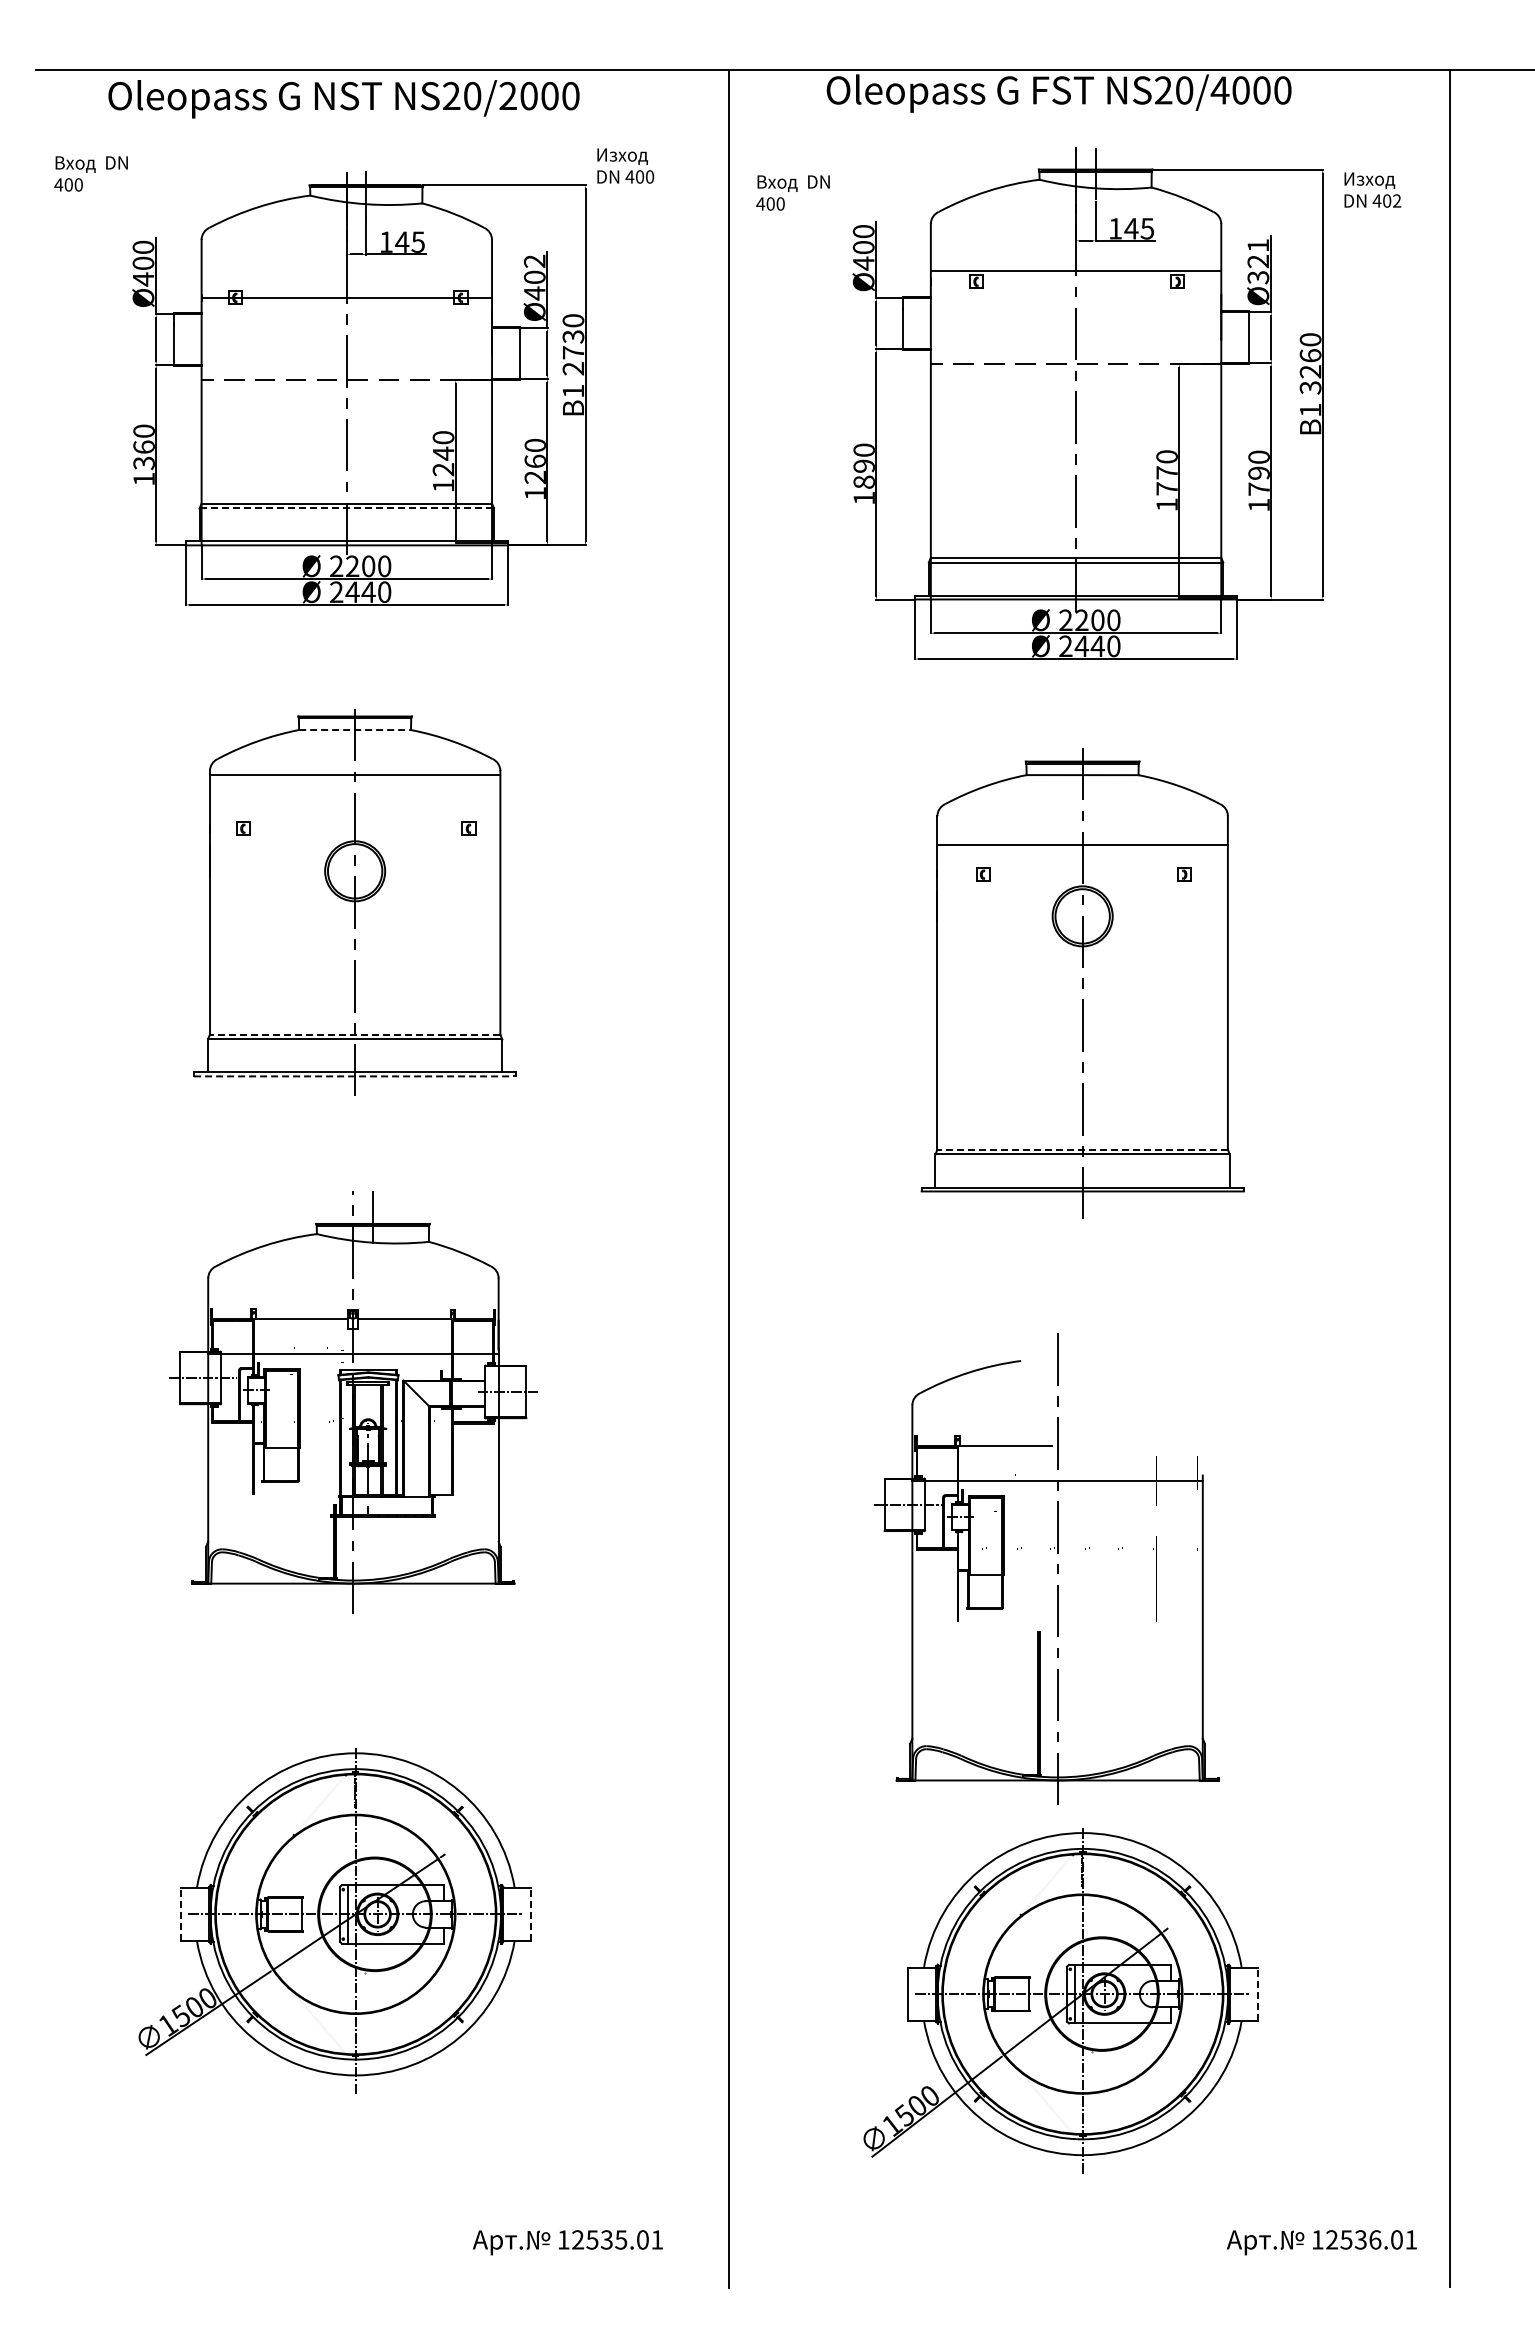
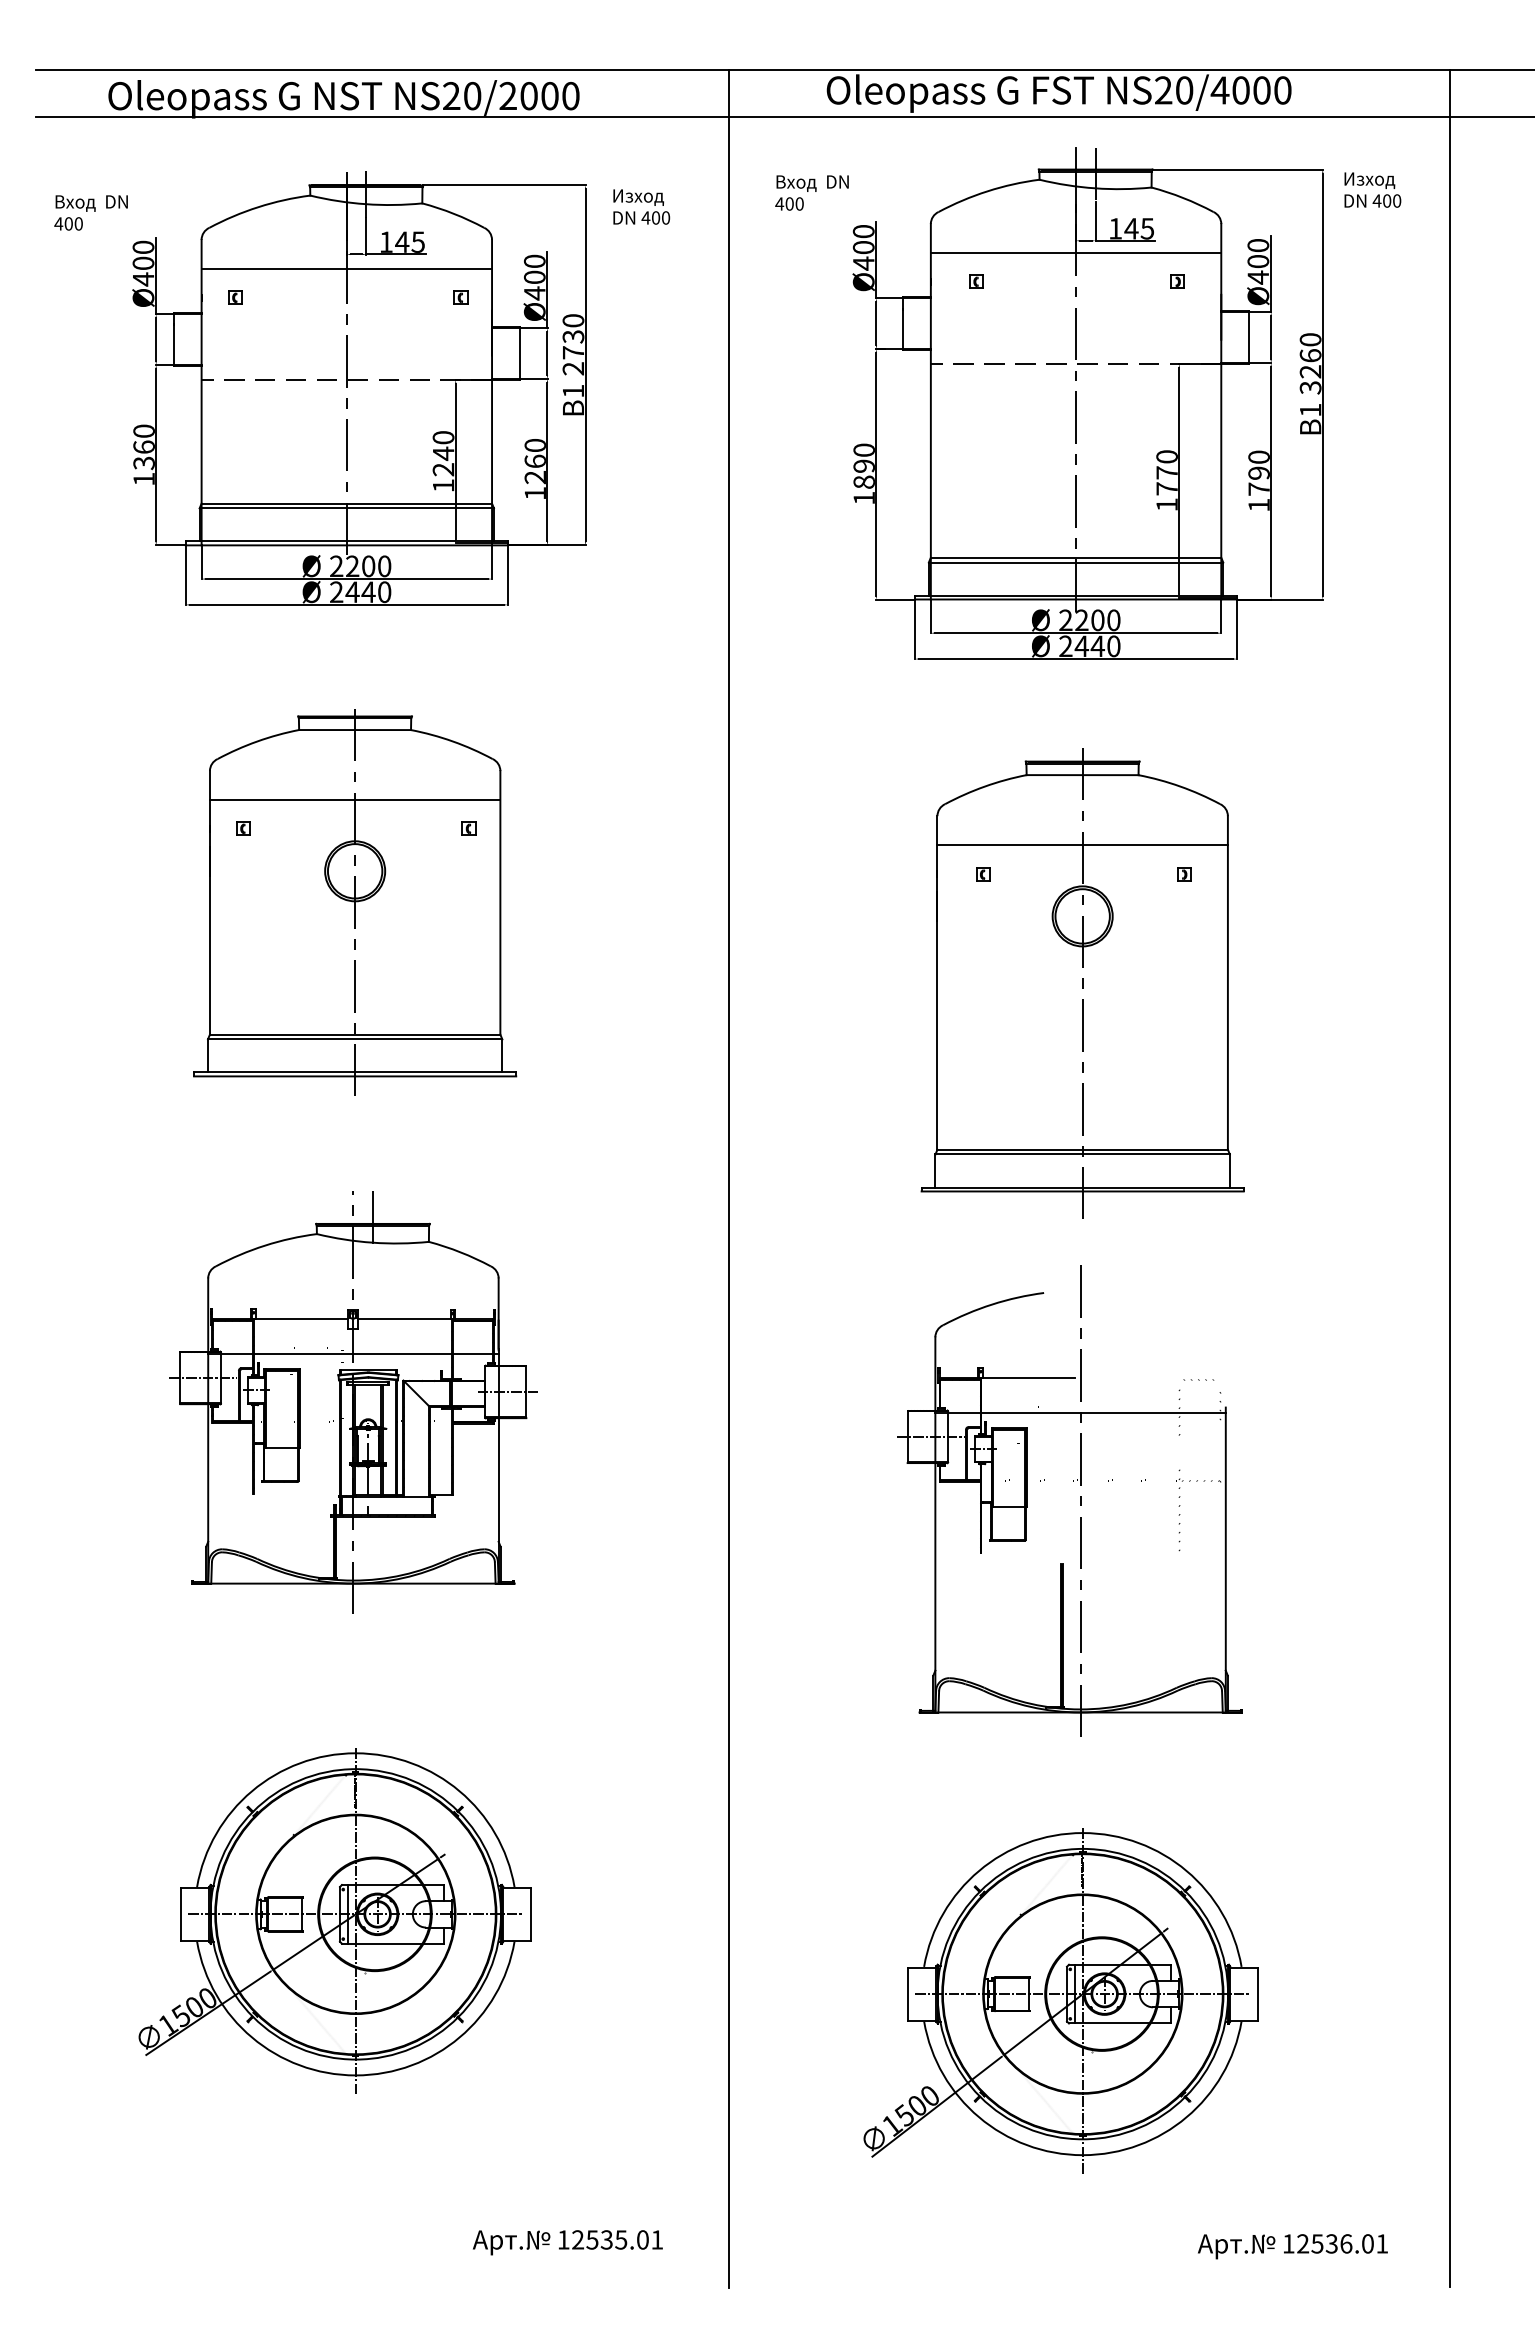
line at (783, 116): none -> present
text at (625, 165) position: (625, 165) -> (641, 206)
text at (90, 173) position: (90, 173) -> (90, 212)
text at (792, 192) position: (792, 192) -> (811, 192)
text at (1397, 200): 402 -> 400
text at (534, 261): Ø402 -> Ø400
text at (1258, 261): Ø321 -> Ø400
line at (1075, 271) position: (1075, 271) -> (1075, 253)
line at (346, 297) position: (346, 297) -> (346, 268)
line at (347, 508): dashed -> solid
line at (355, 730): dashed -> solid
line at (354, 775) position: (354, 775) -> (354, 800)
line at (354, 1034): dashed -> solid
line at (355, 1076): dashed -> solid
line at (1082, 1149): dashed -> solid
part at (1046, 1568) position: (1046, 1568) -> (1069, 1500)
line at (181, 1913): dashed -> solid
line at (530, 1913): dashed -> solid
line at (1257, 1993): dashed -> solid
text at (1321, 2242) position: (1321, 2242) -> (1292, 2246)
